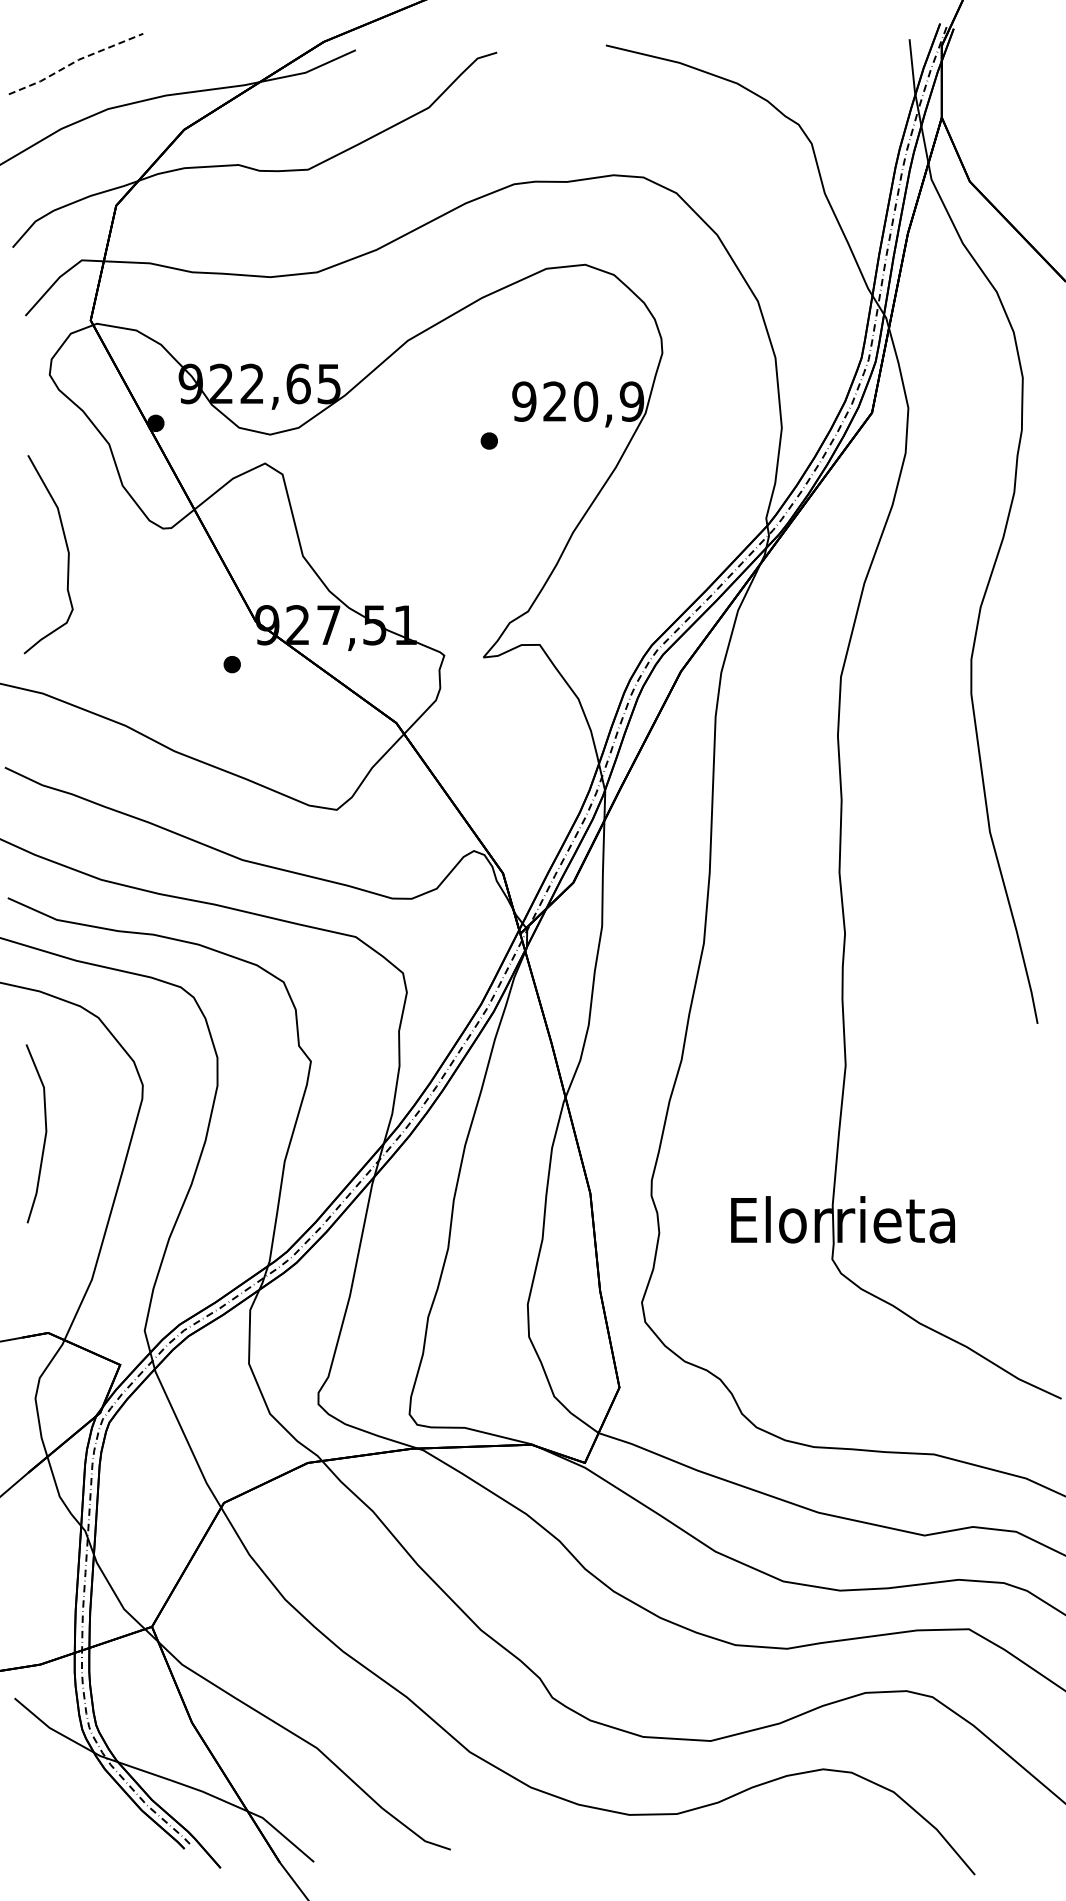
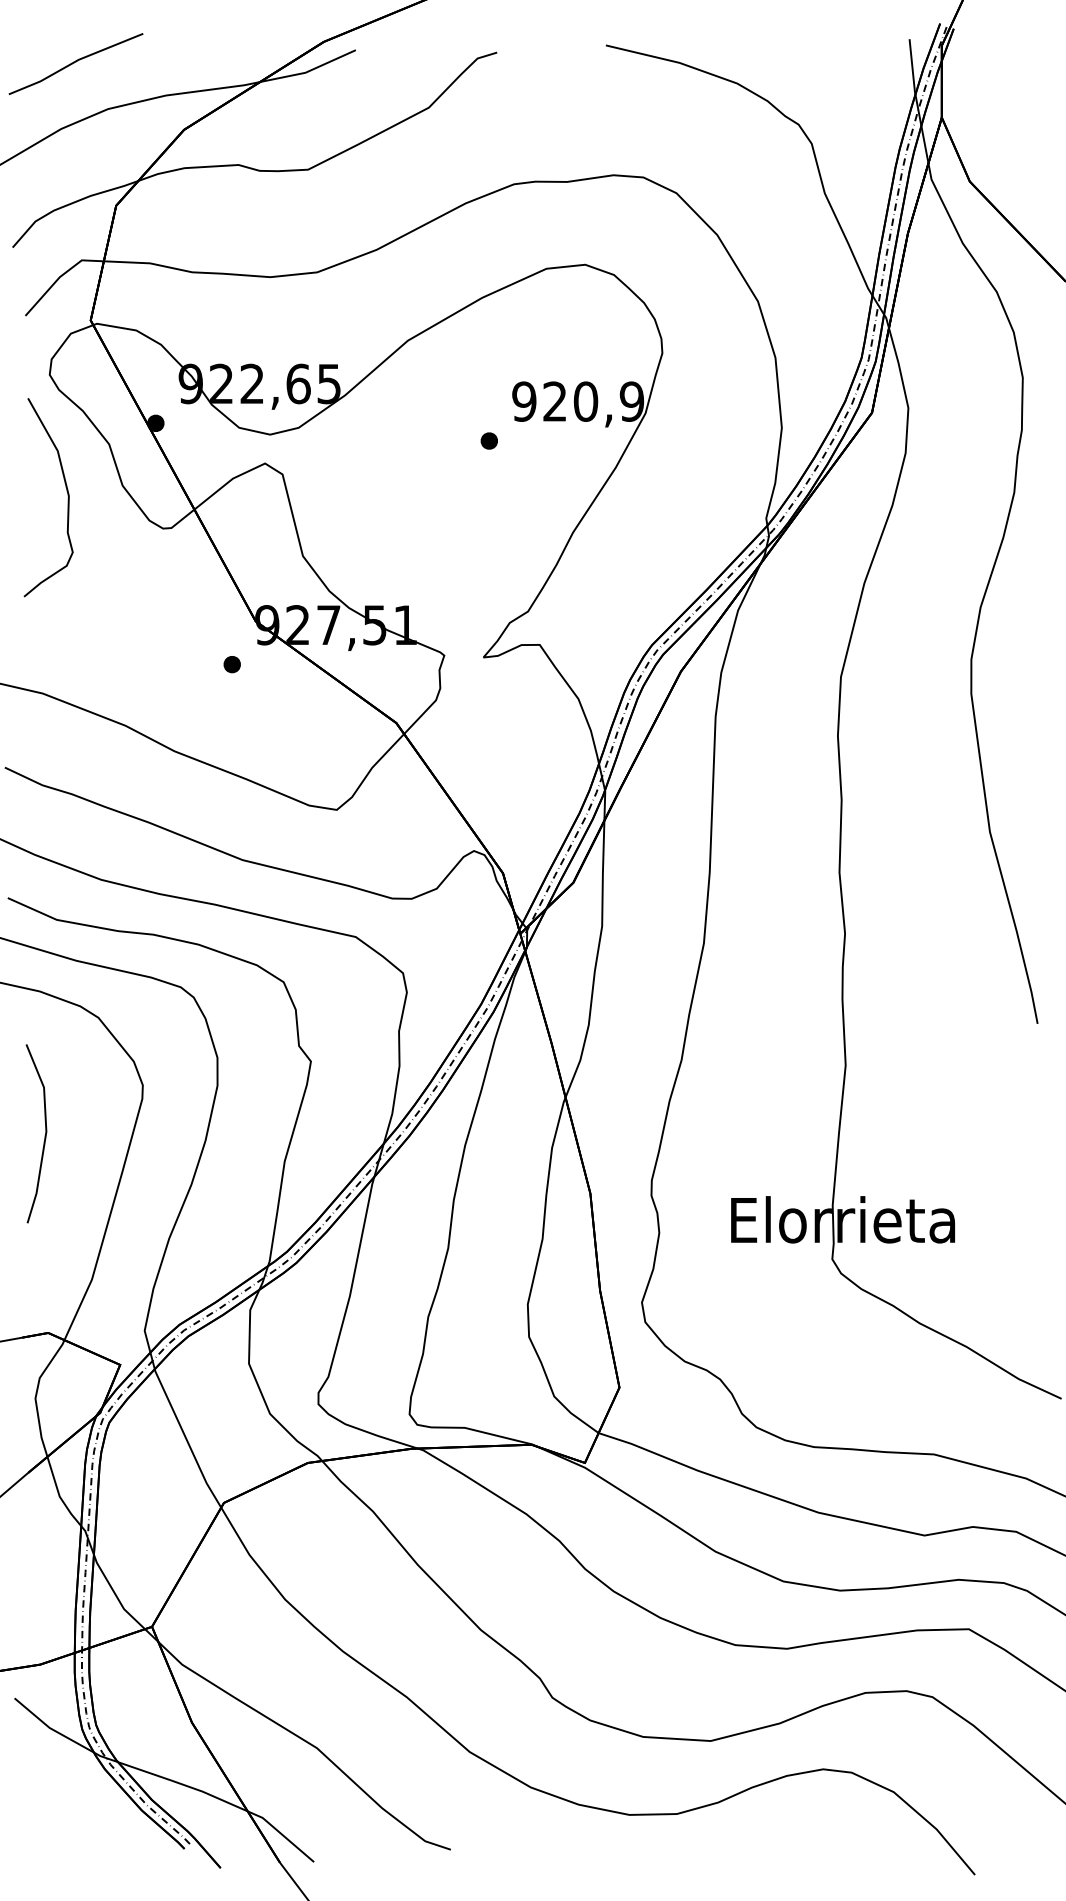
line at (75, 61): dashed -> solid
curve at (66, 548) position: (66, 548) -> (66, 491)
